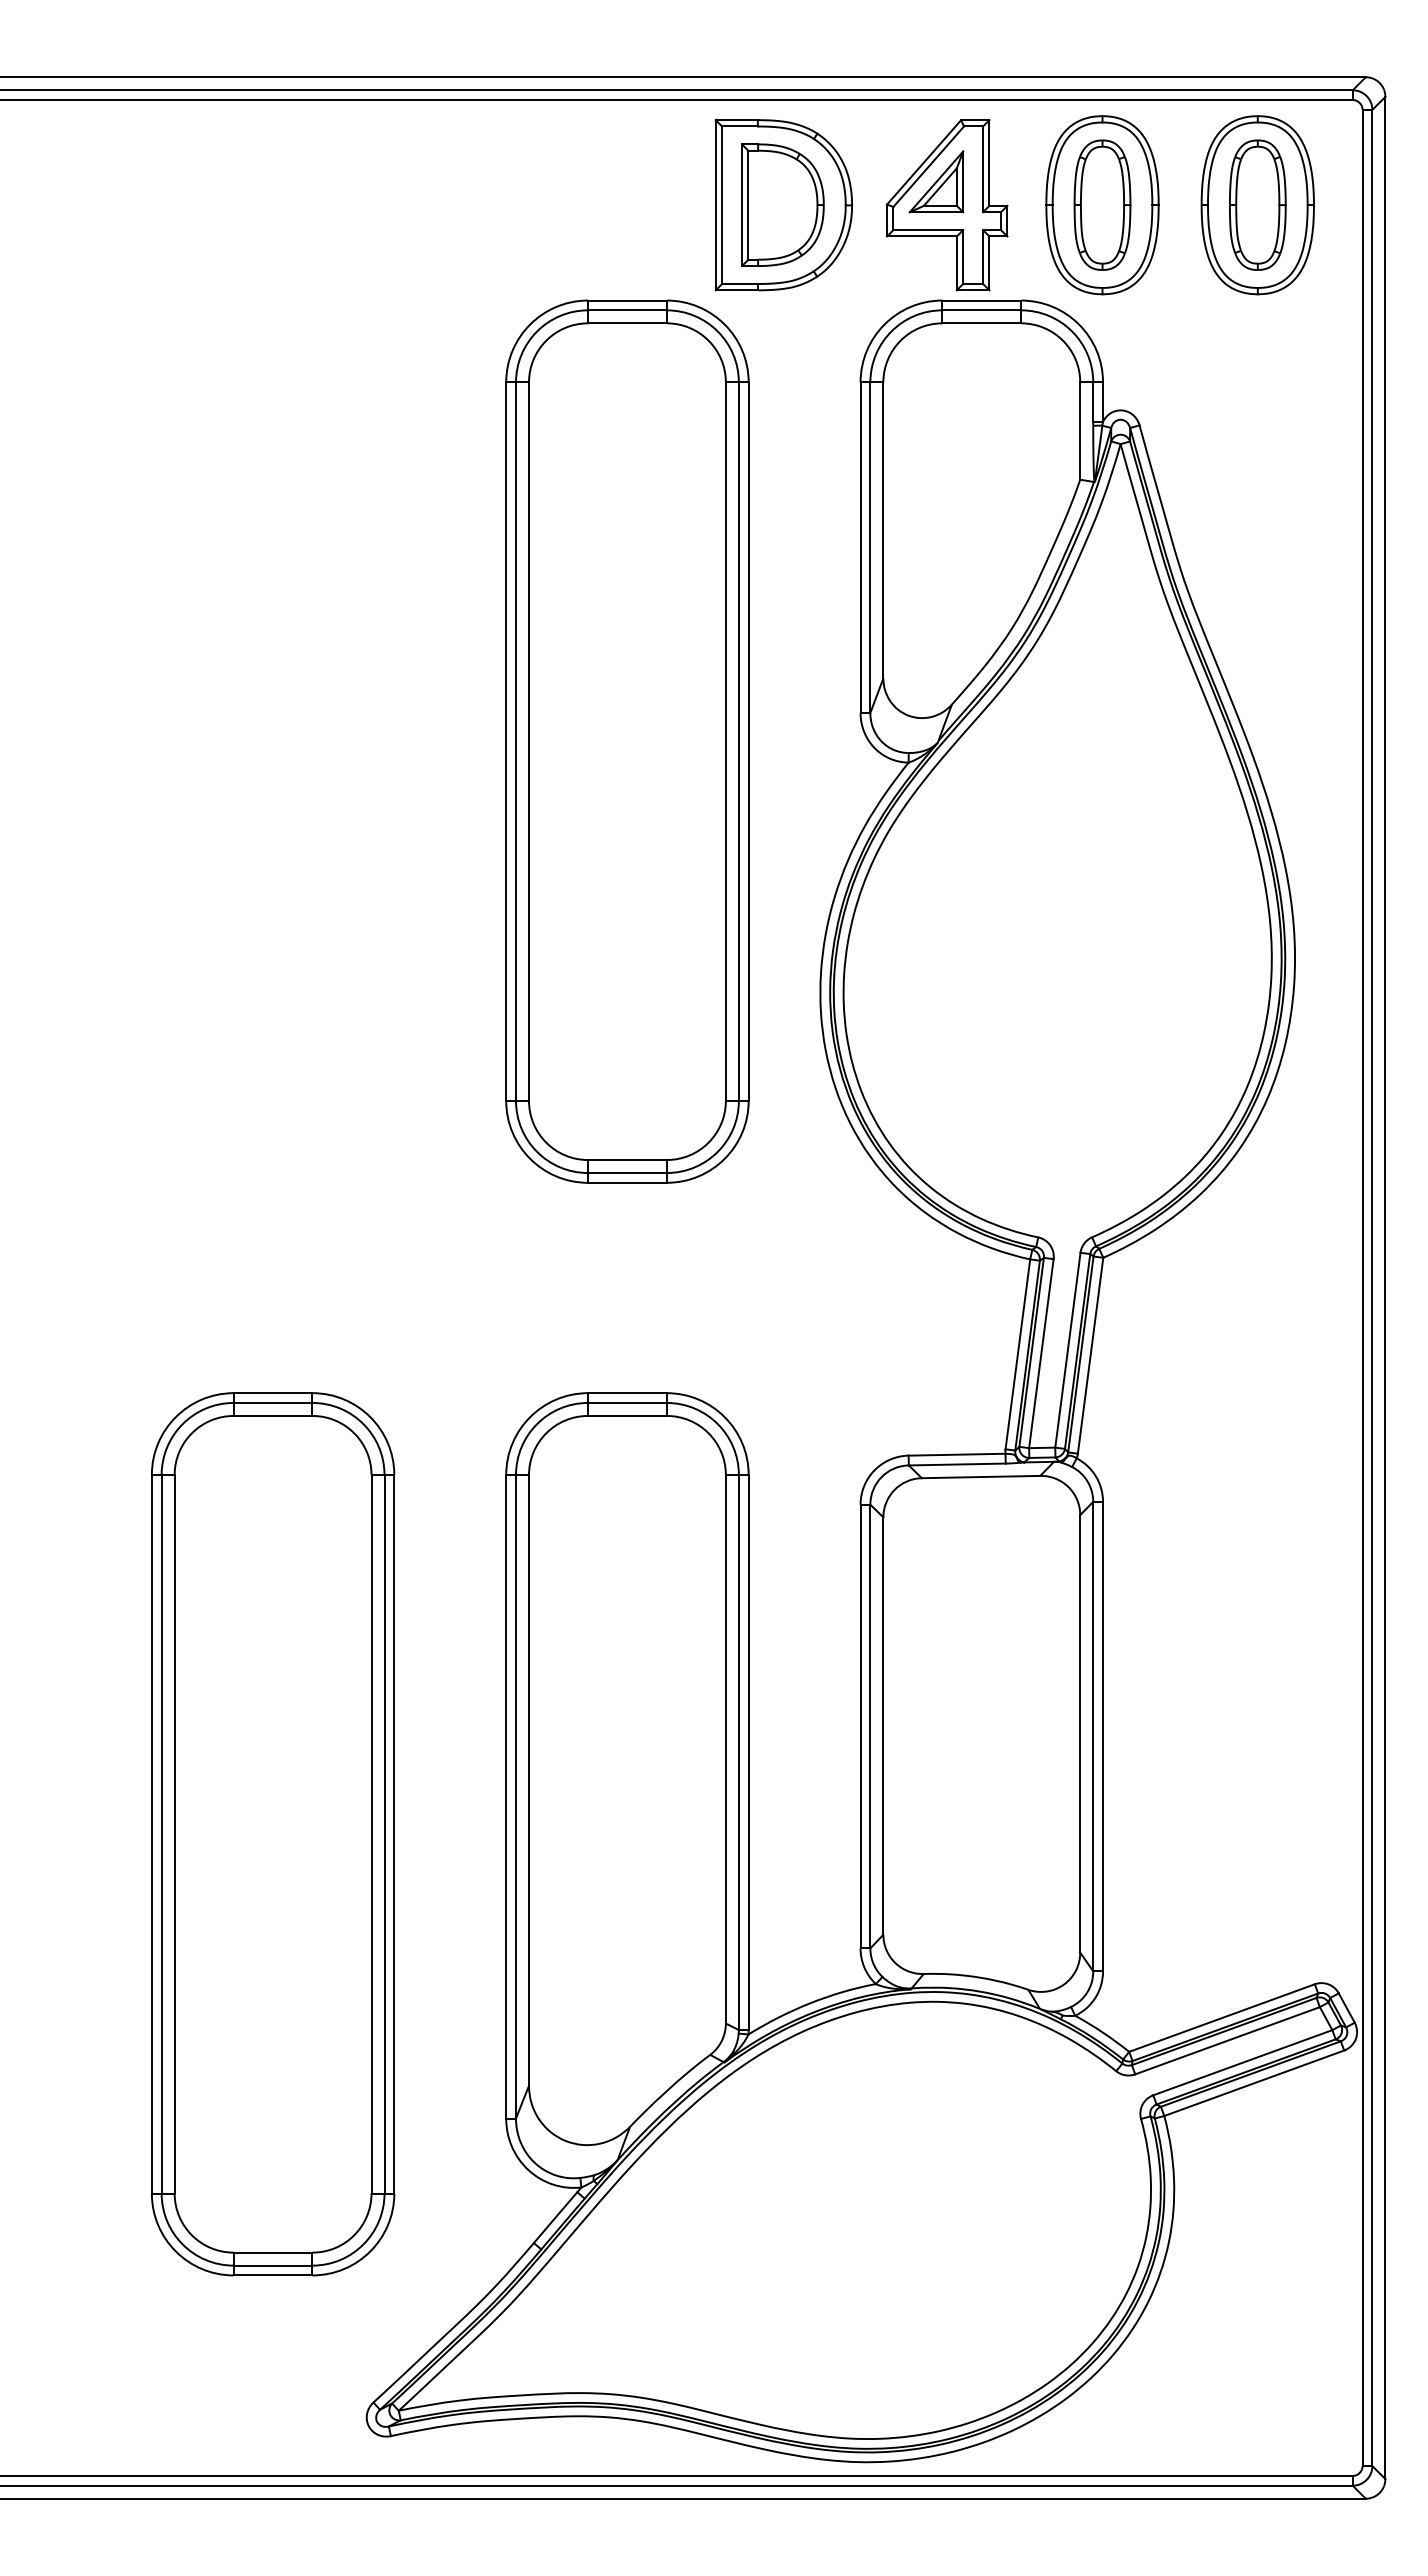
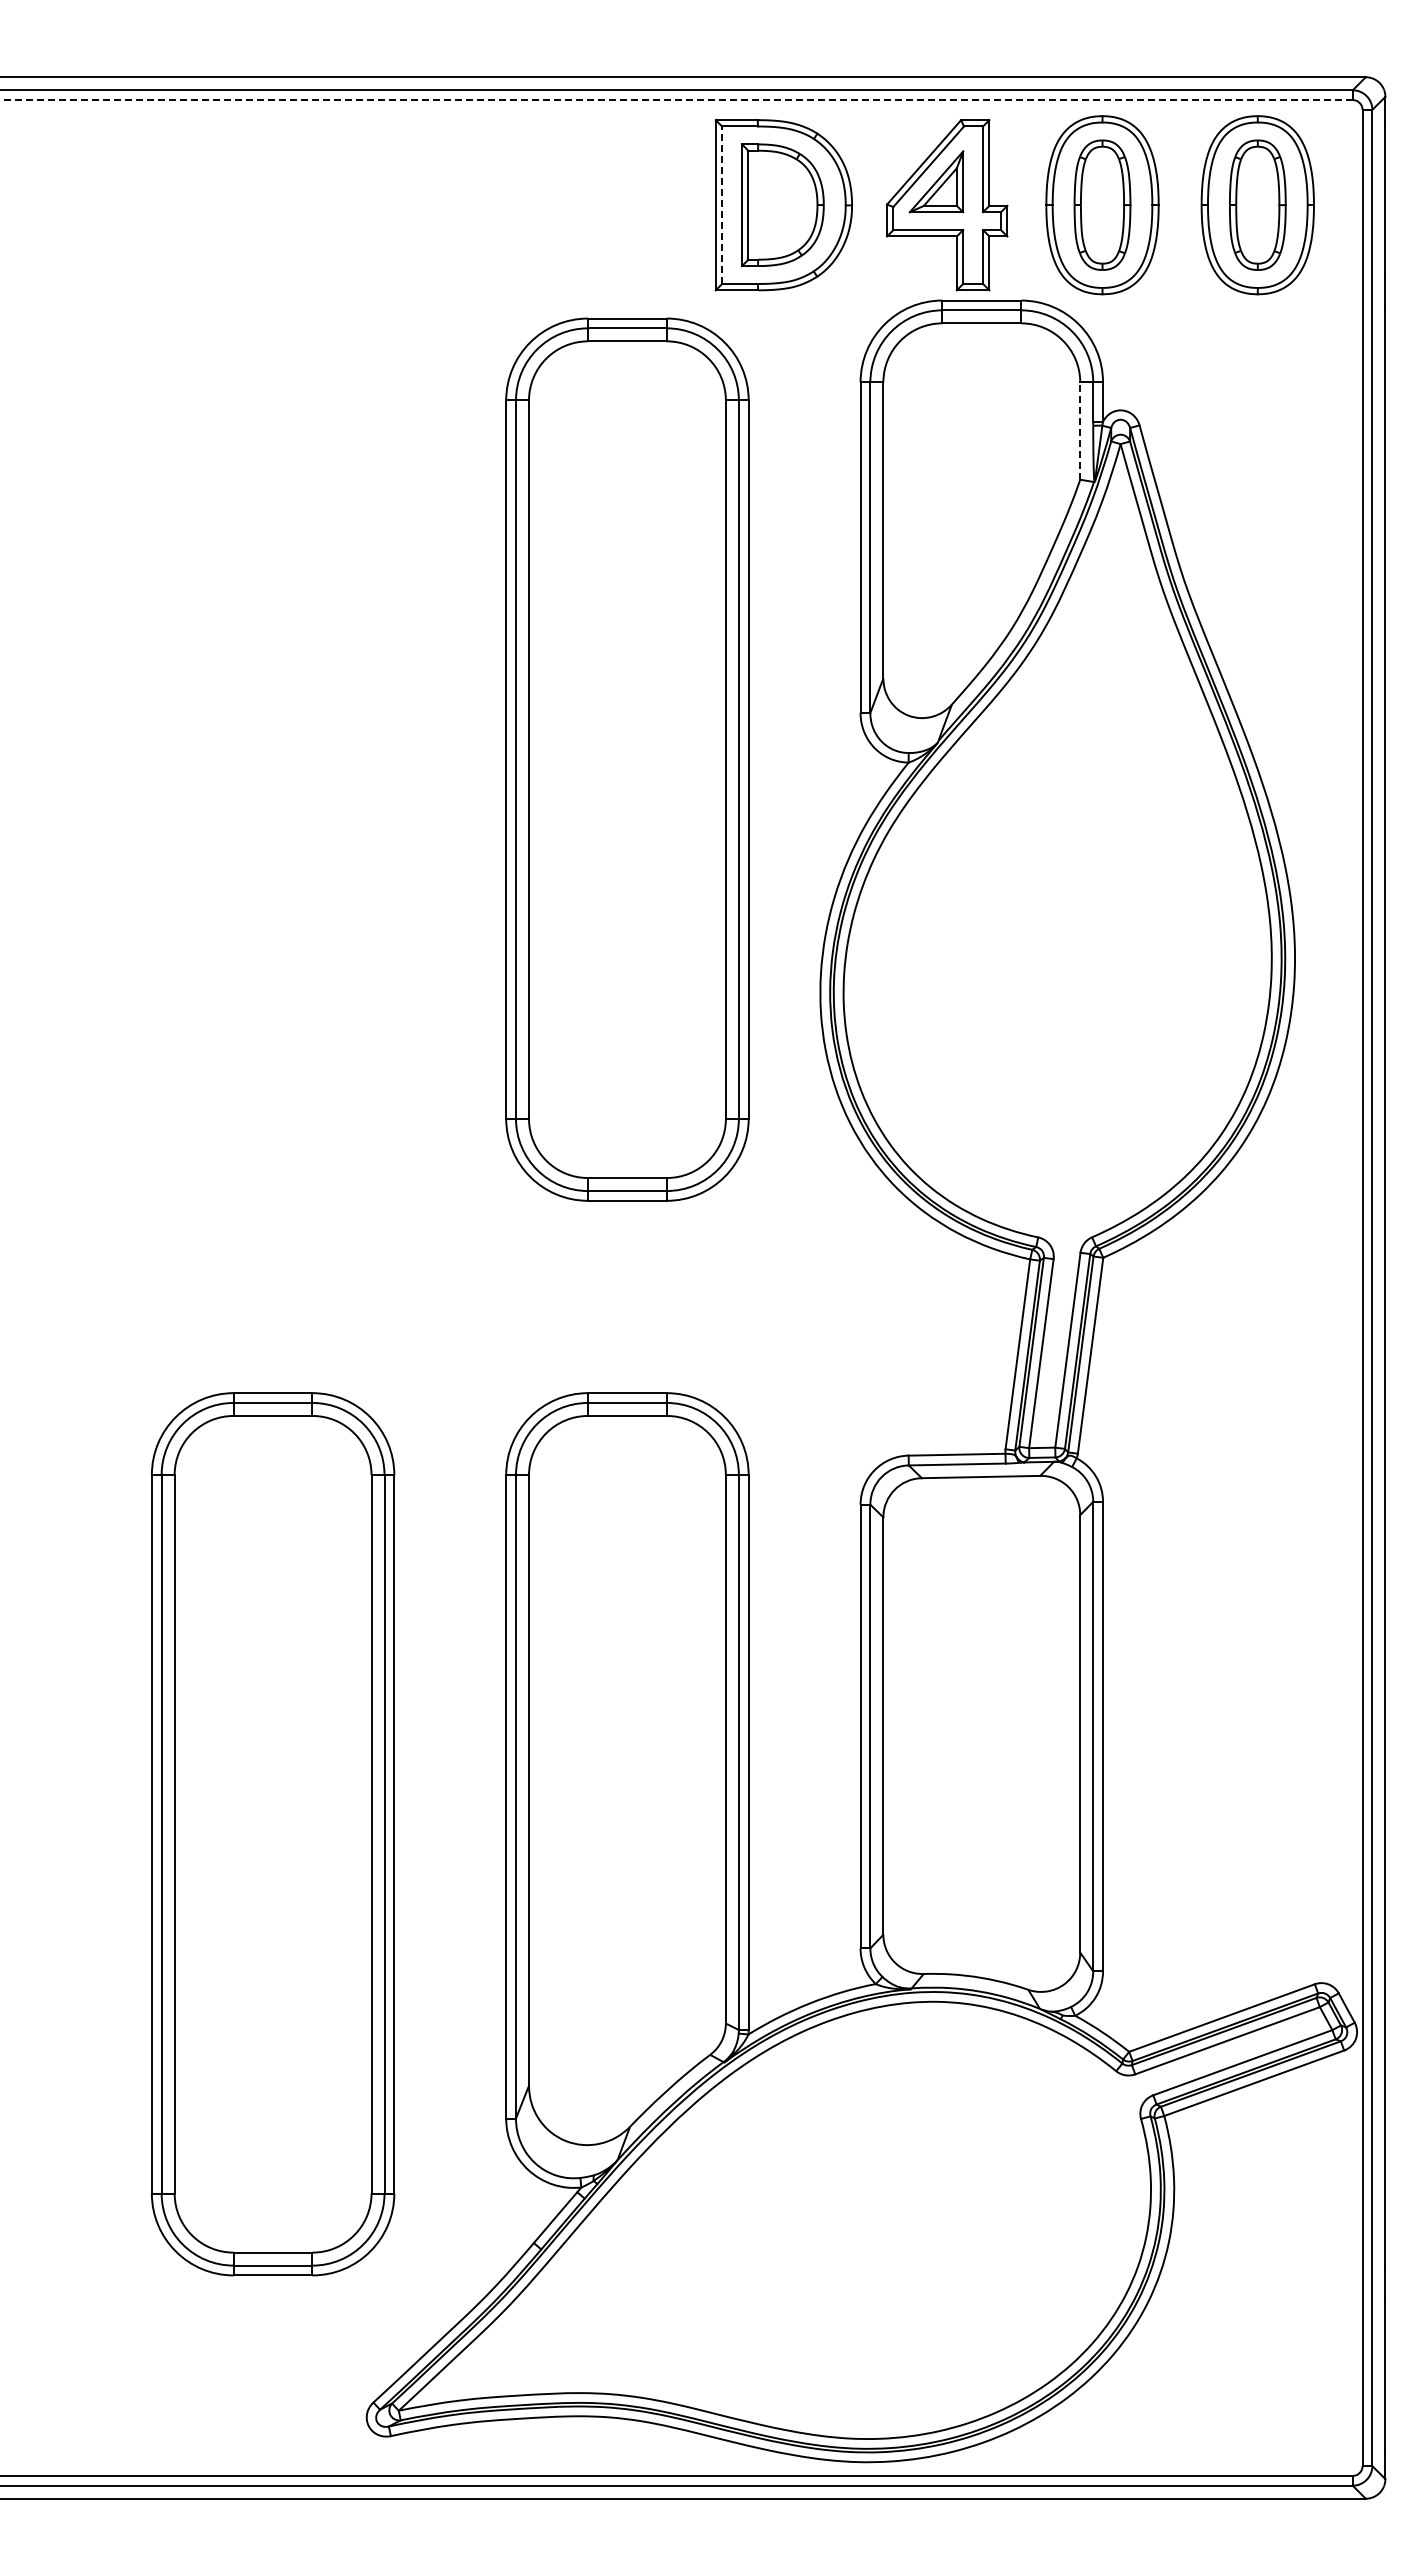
line at (676, 100): solid -> dashed
line at (722, 205): solid -> dashed
line at (1080, 431): solid -> dashed
part at (627, 741) position: (627, 741) -> (627, 759)
